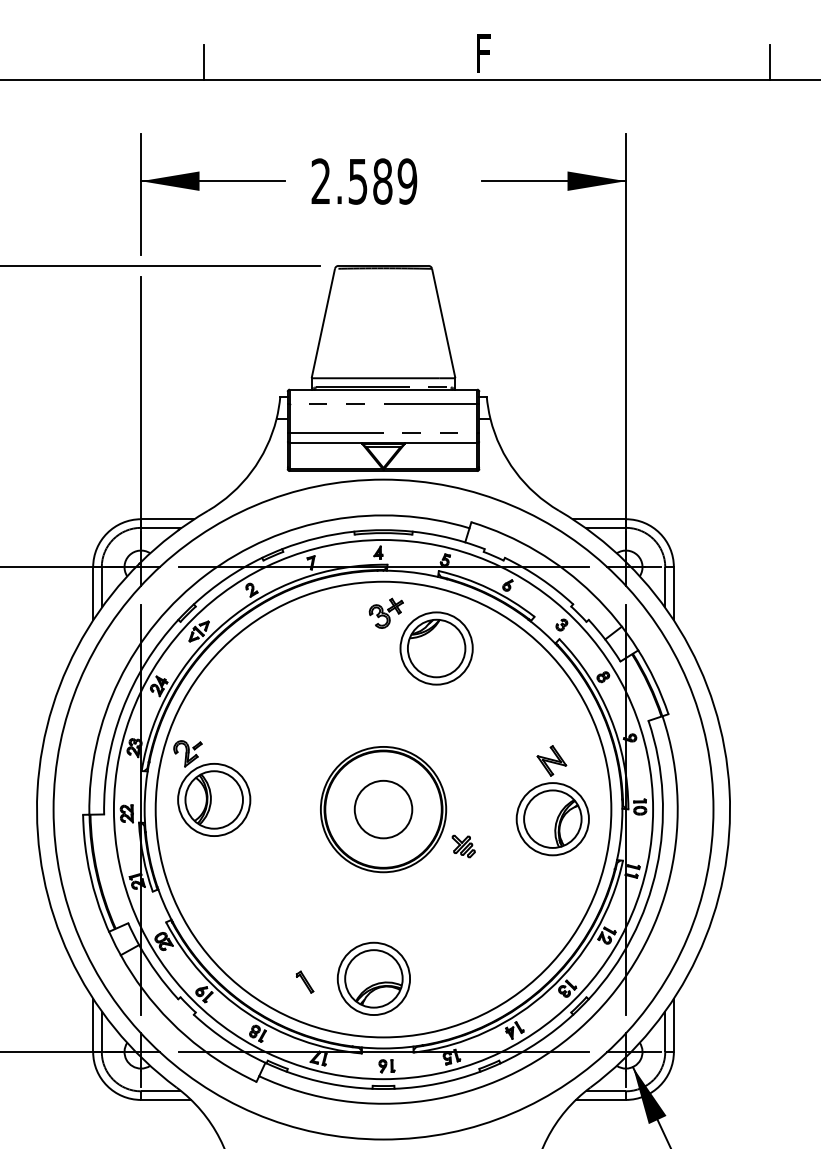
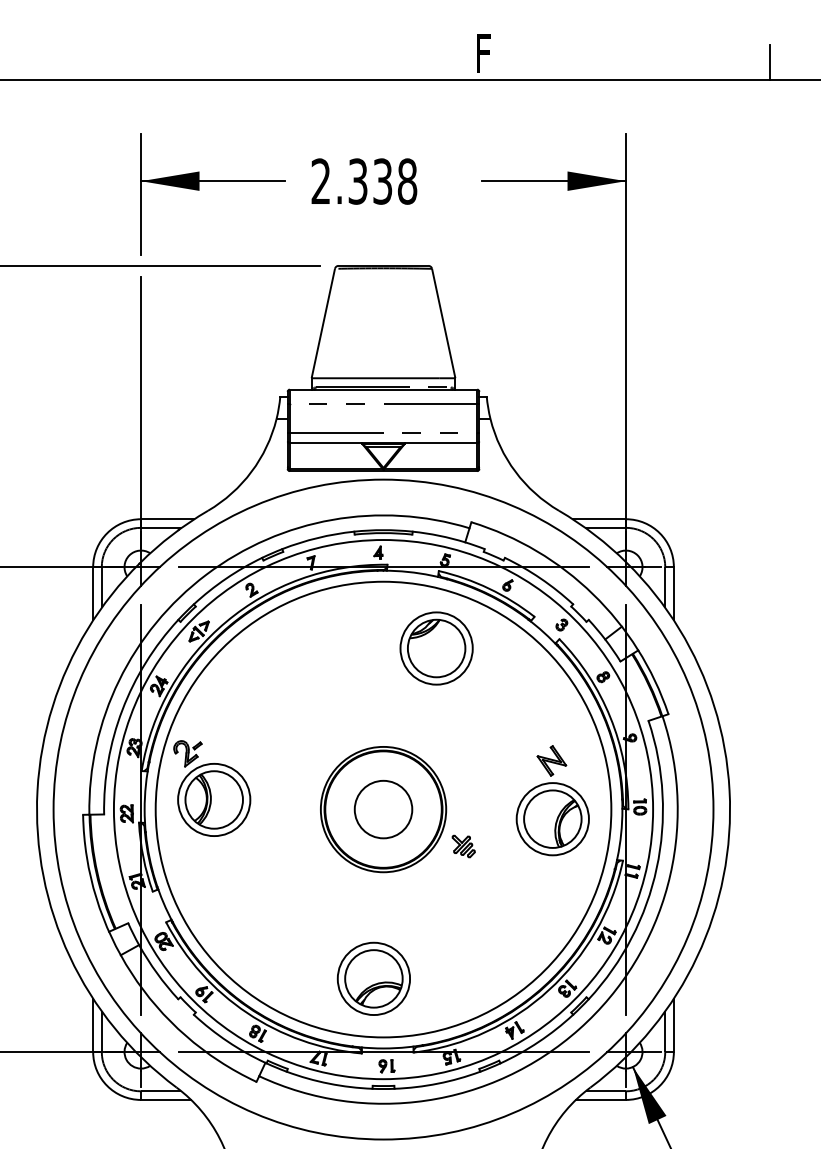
line at (204, 62): present -> none
text at (383, 181): 2.589 -> 2.338
part at (385, 612): present -> none
part at (304, 981): present -> none
